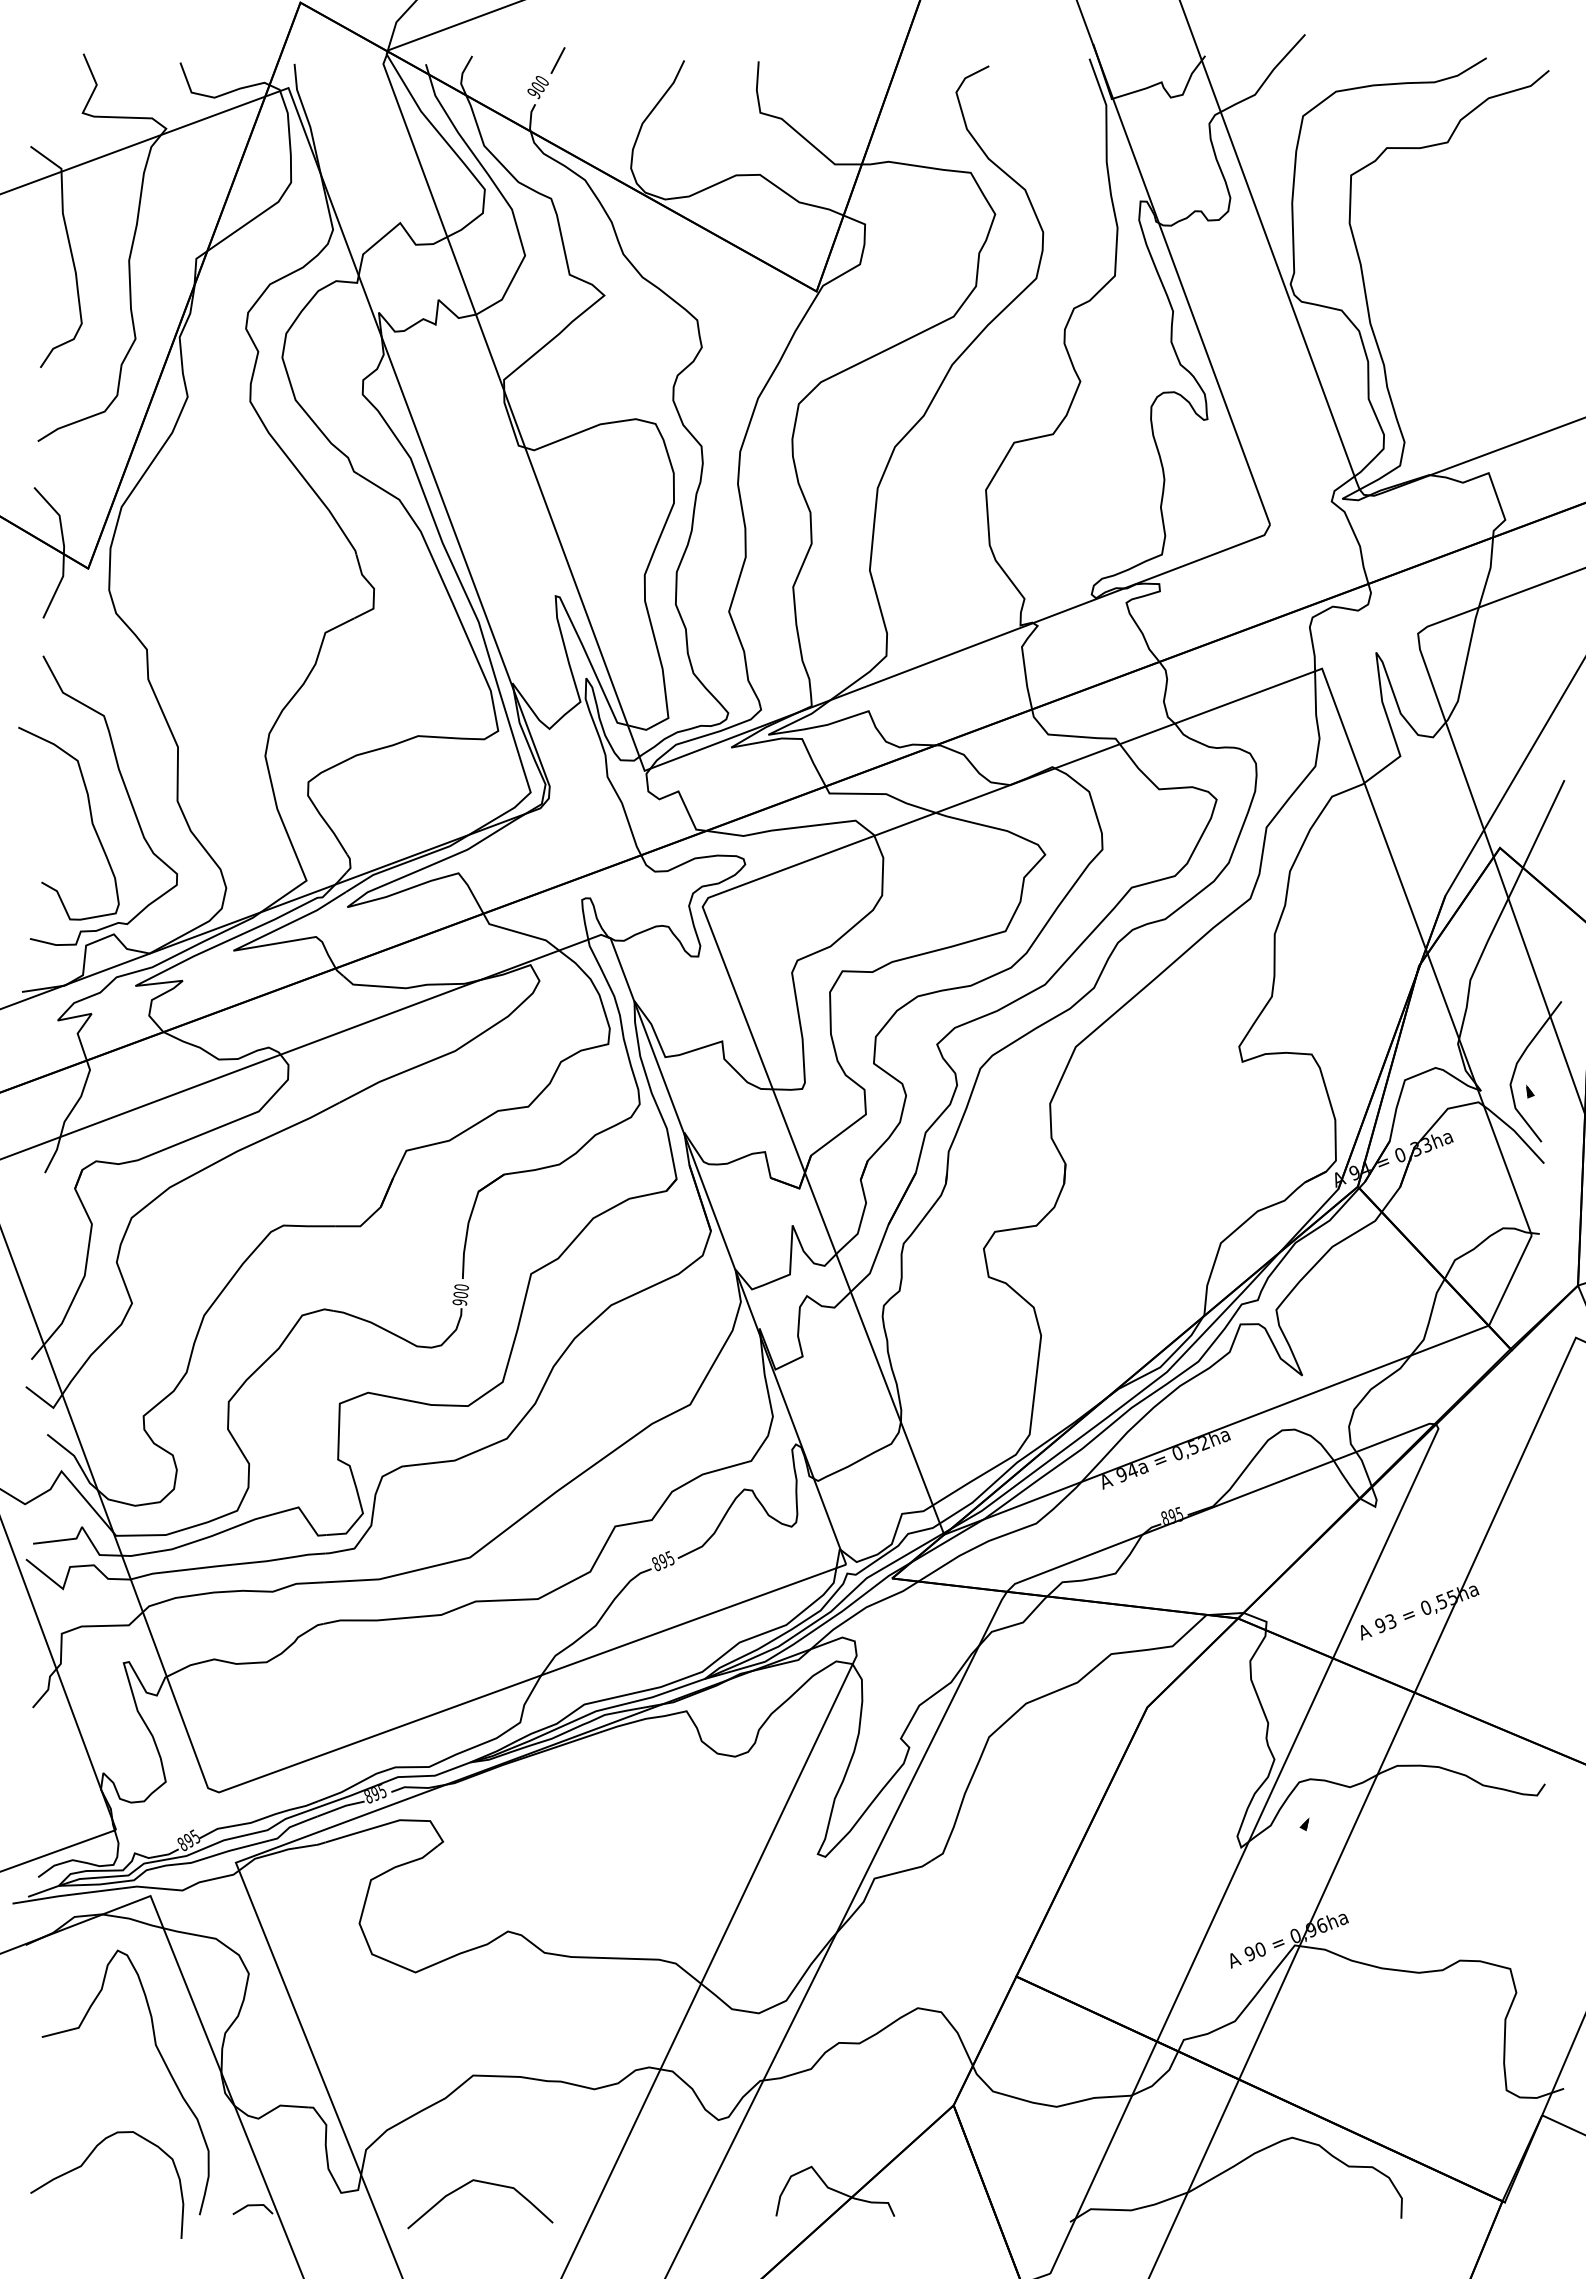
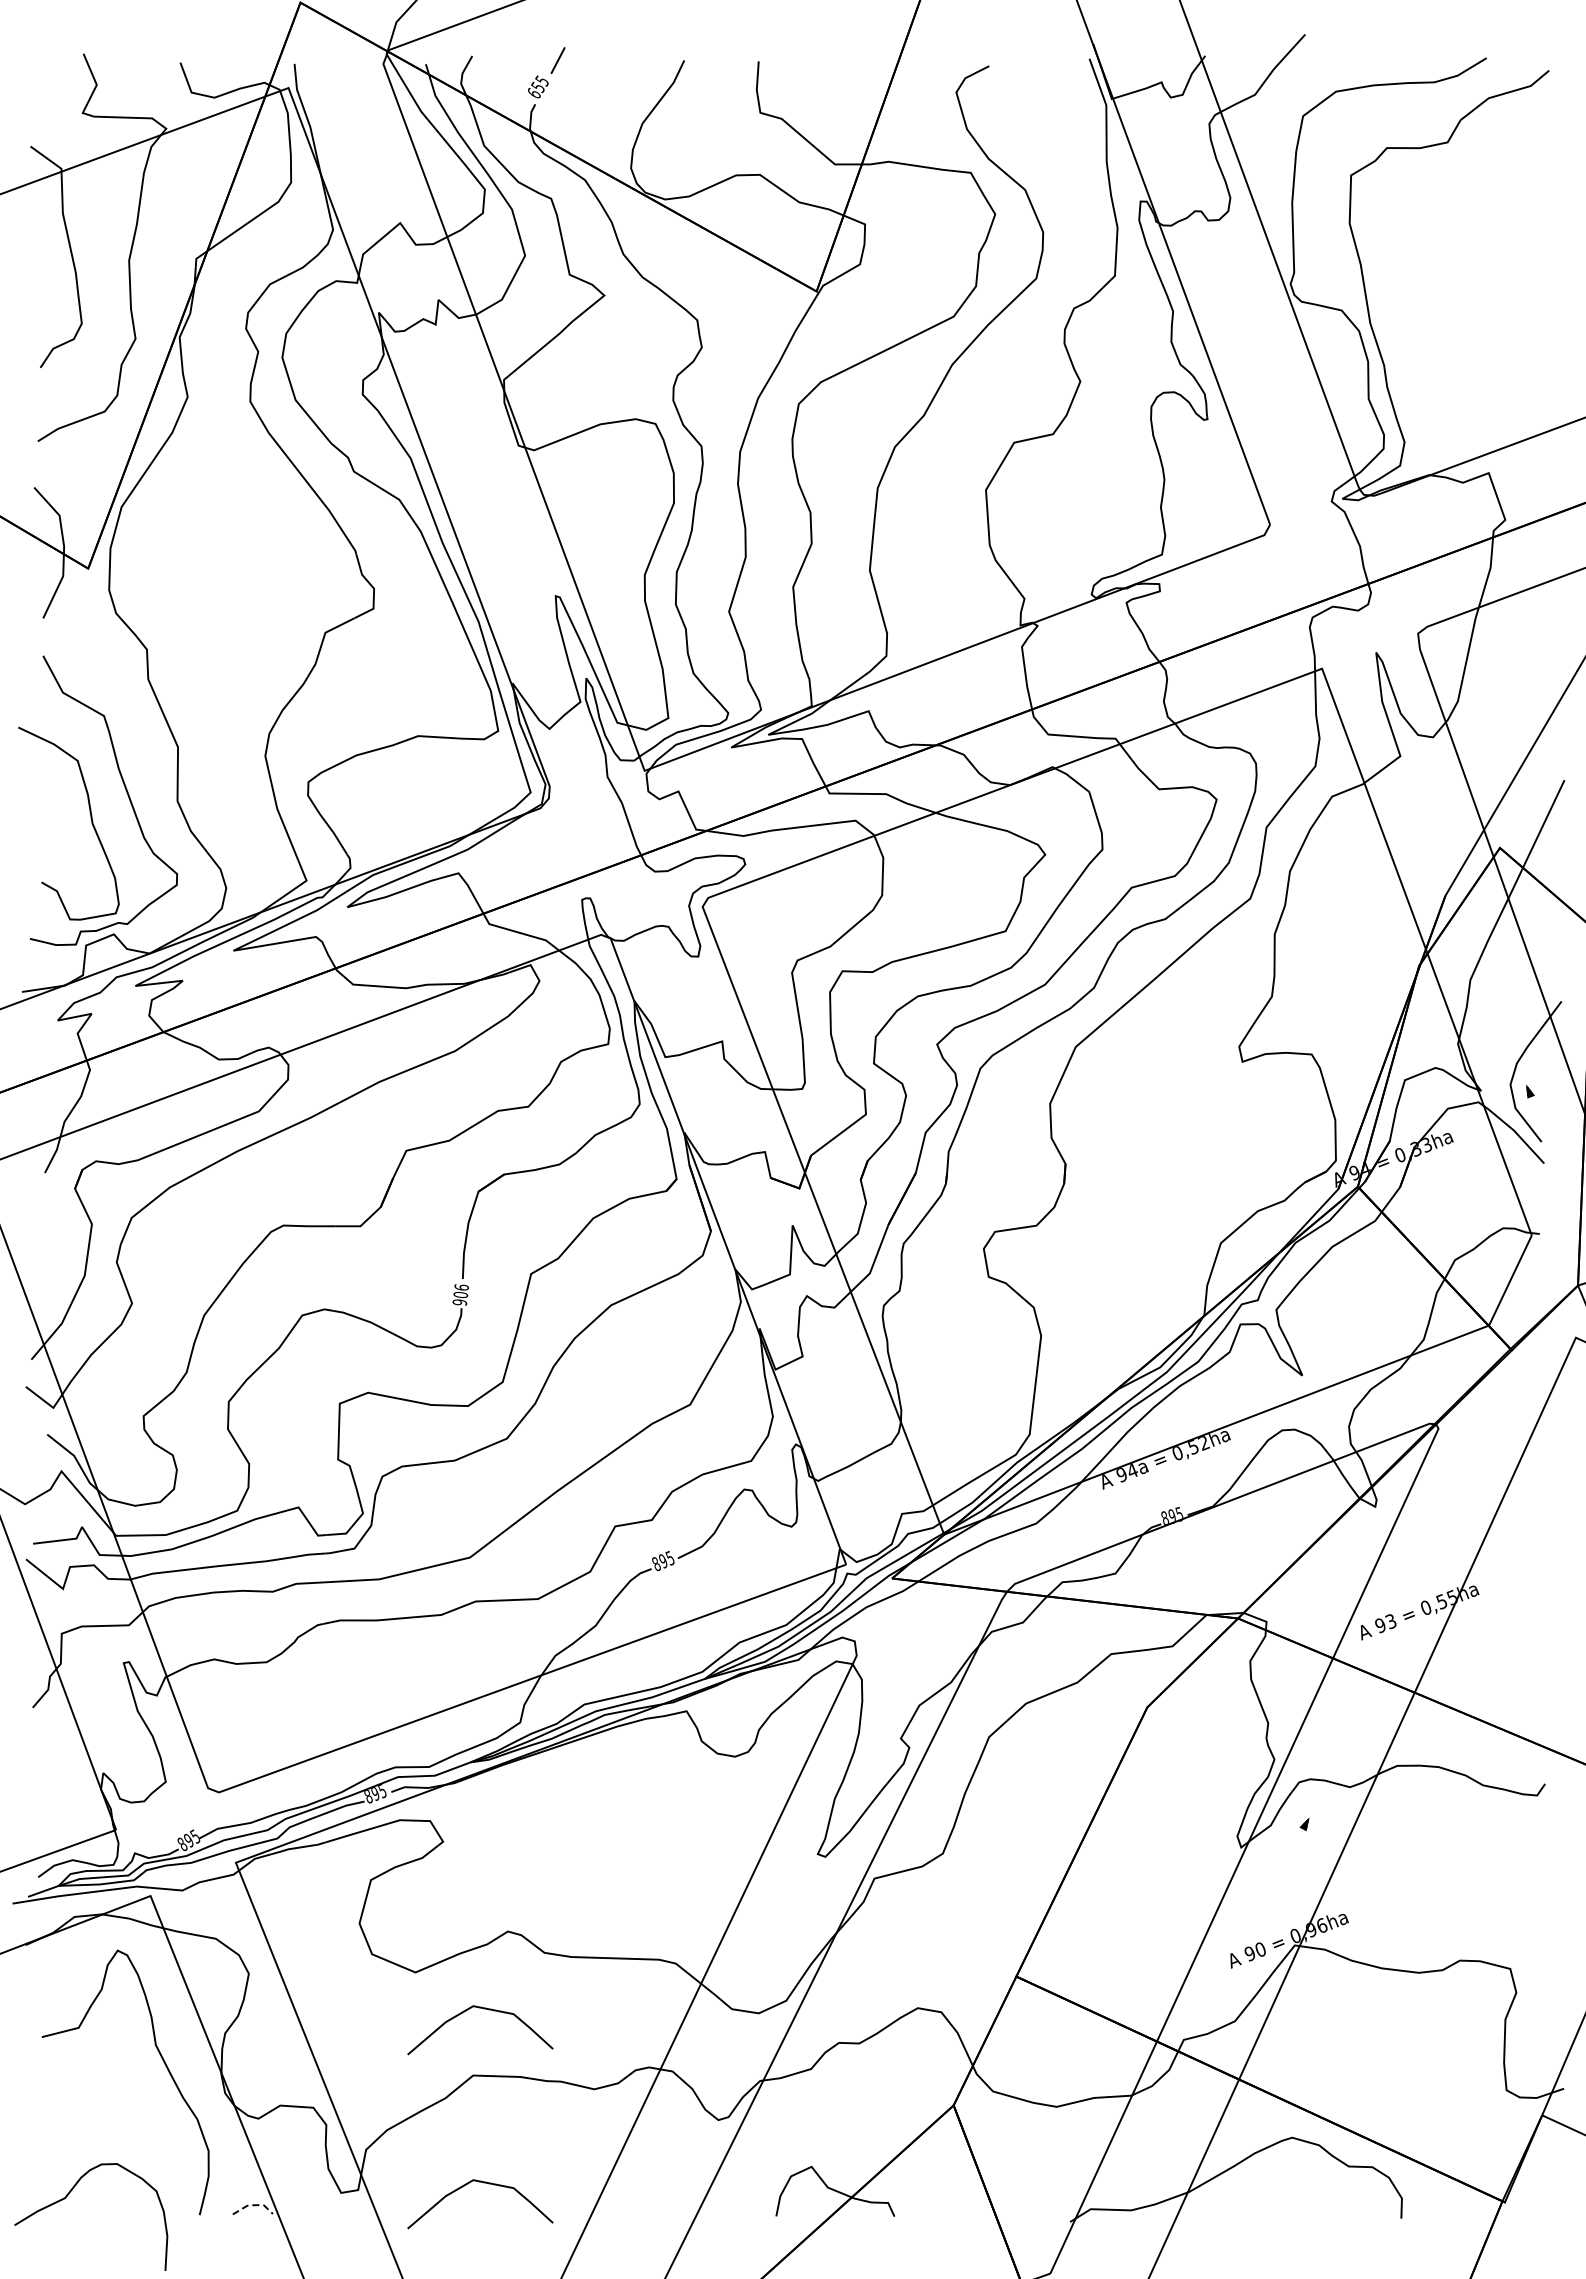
text at (537, 87): 900 -> 655
text at (461, 1286): 900 -> 906
curve at (483, 2009): none -> present
curve at (85, 2162) position: (85, 2162) -> (69, 2194)
line at (253, 2205): solid -> dashed
